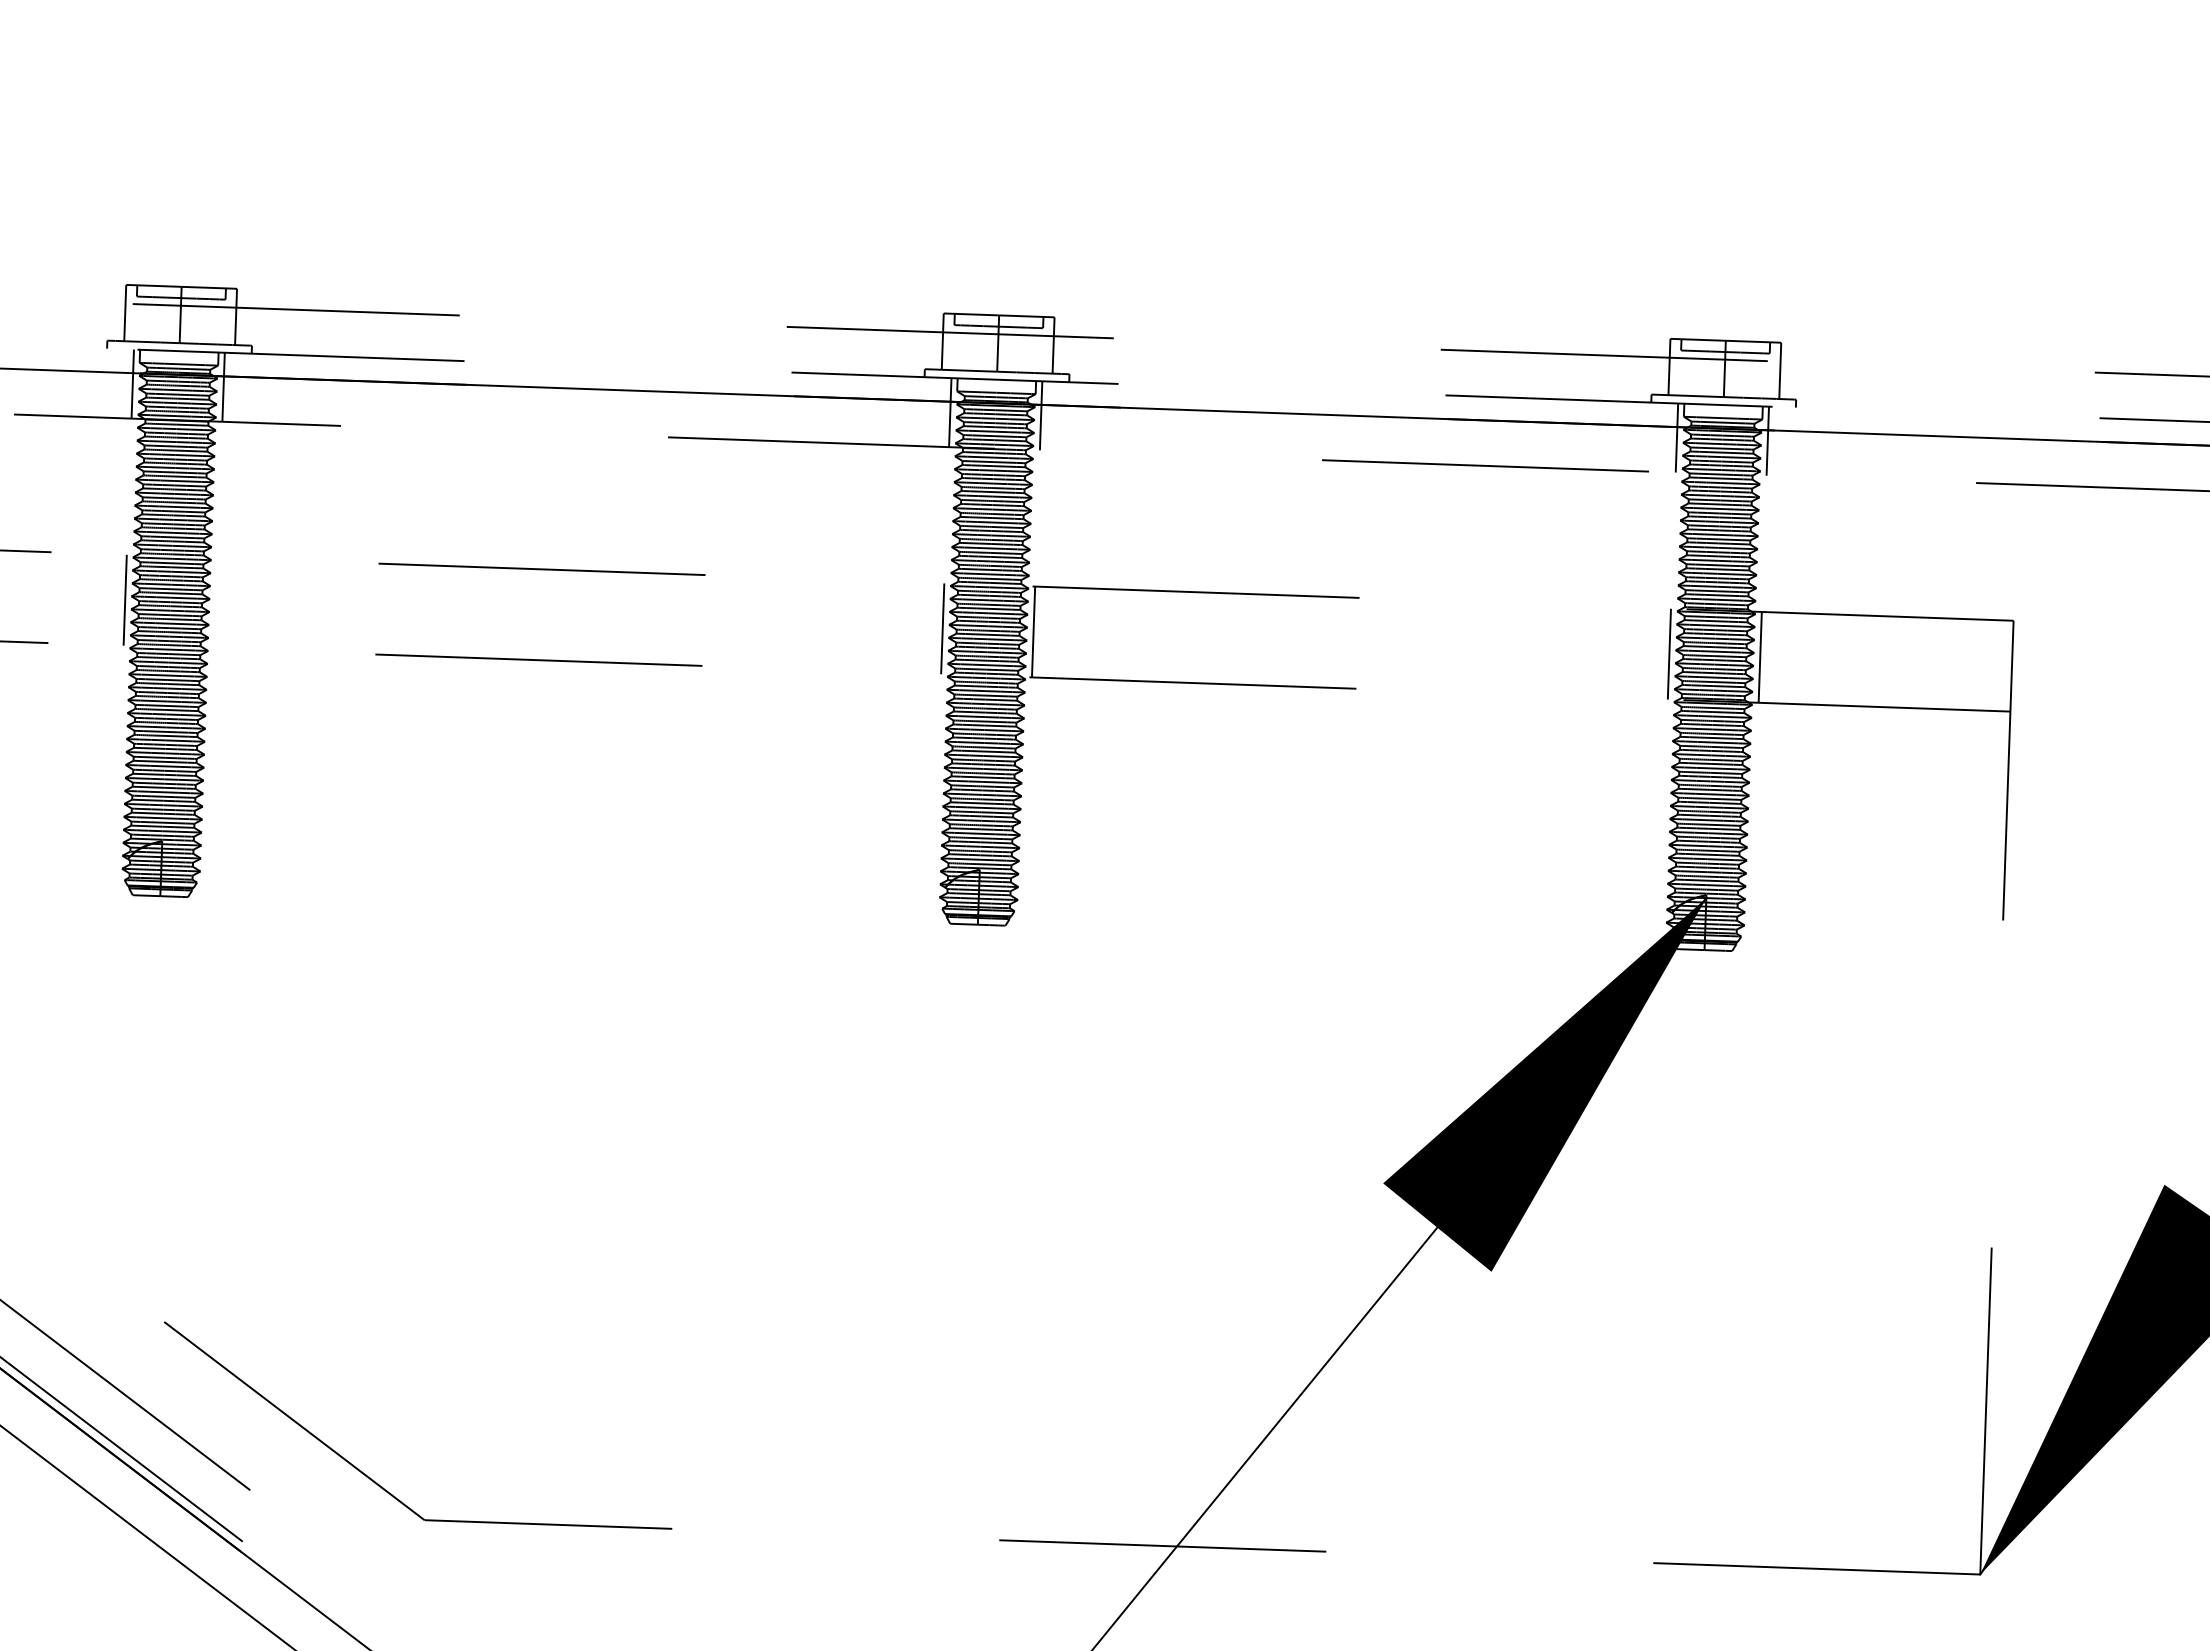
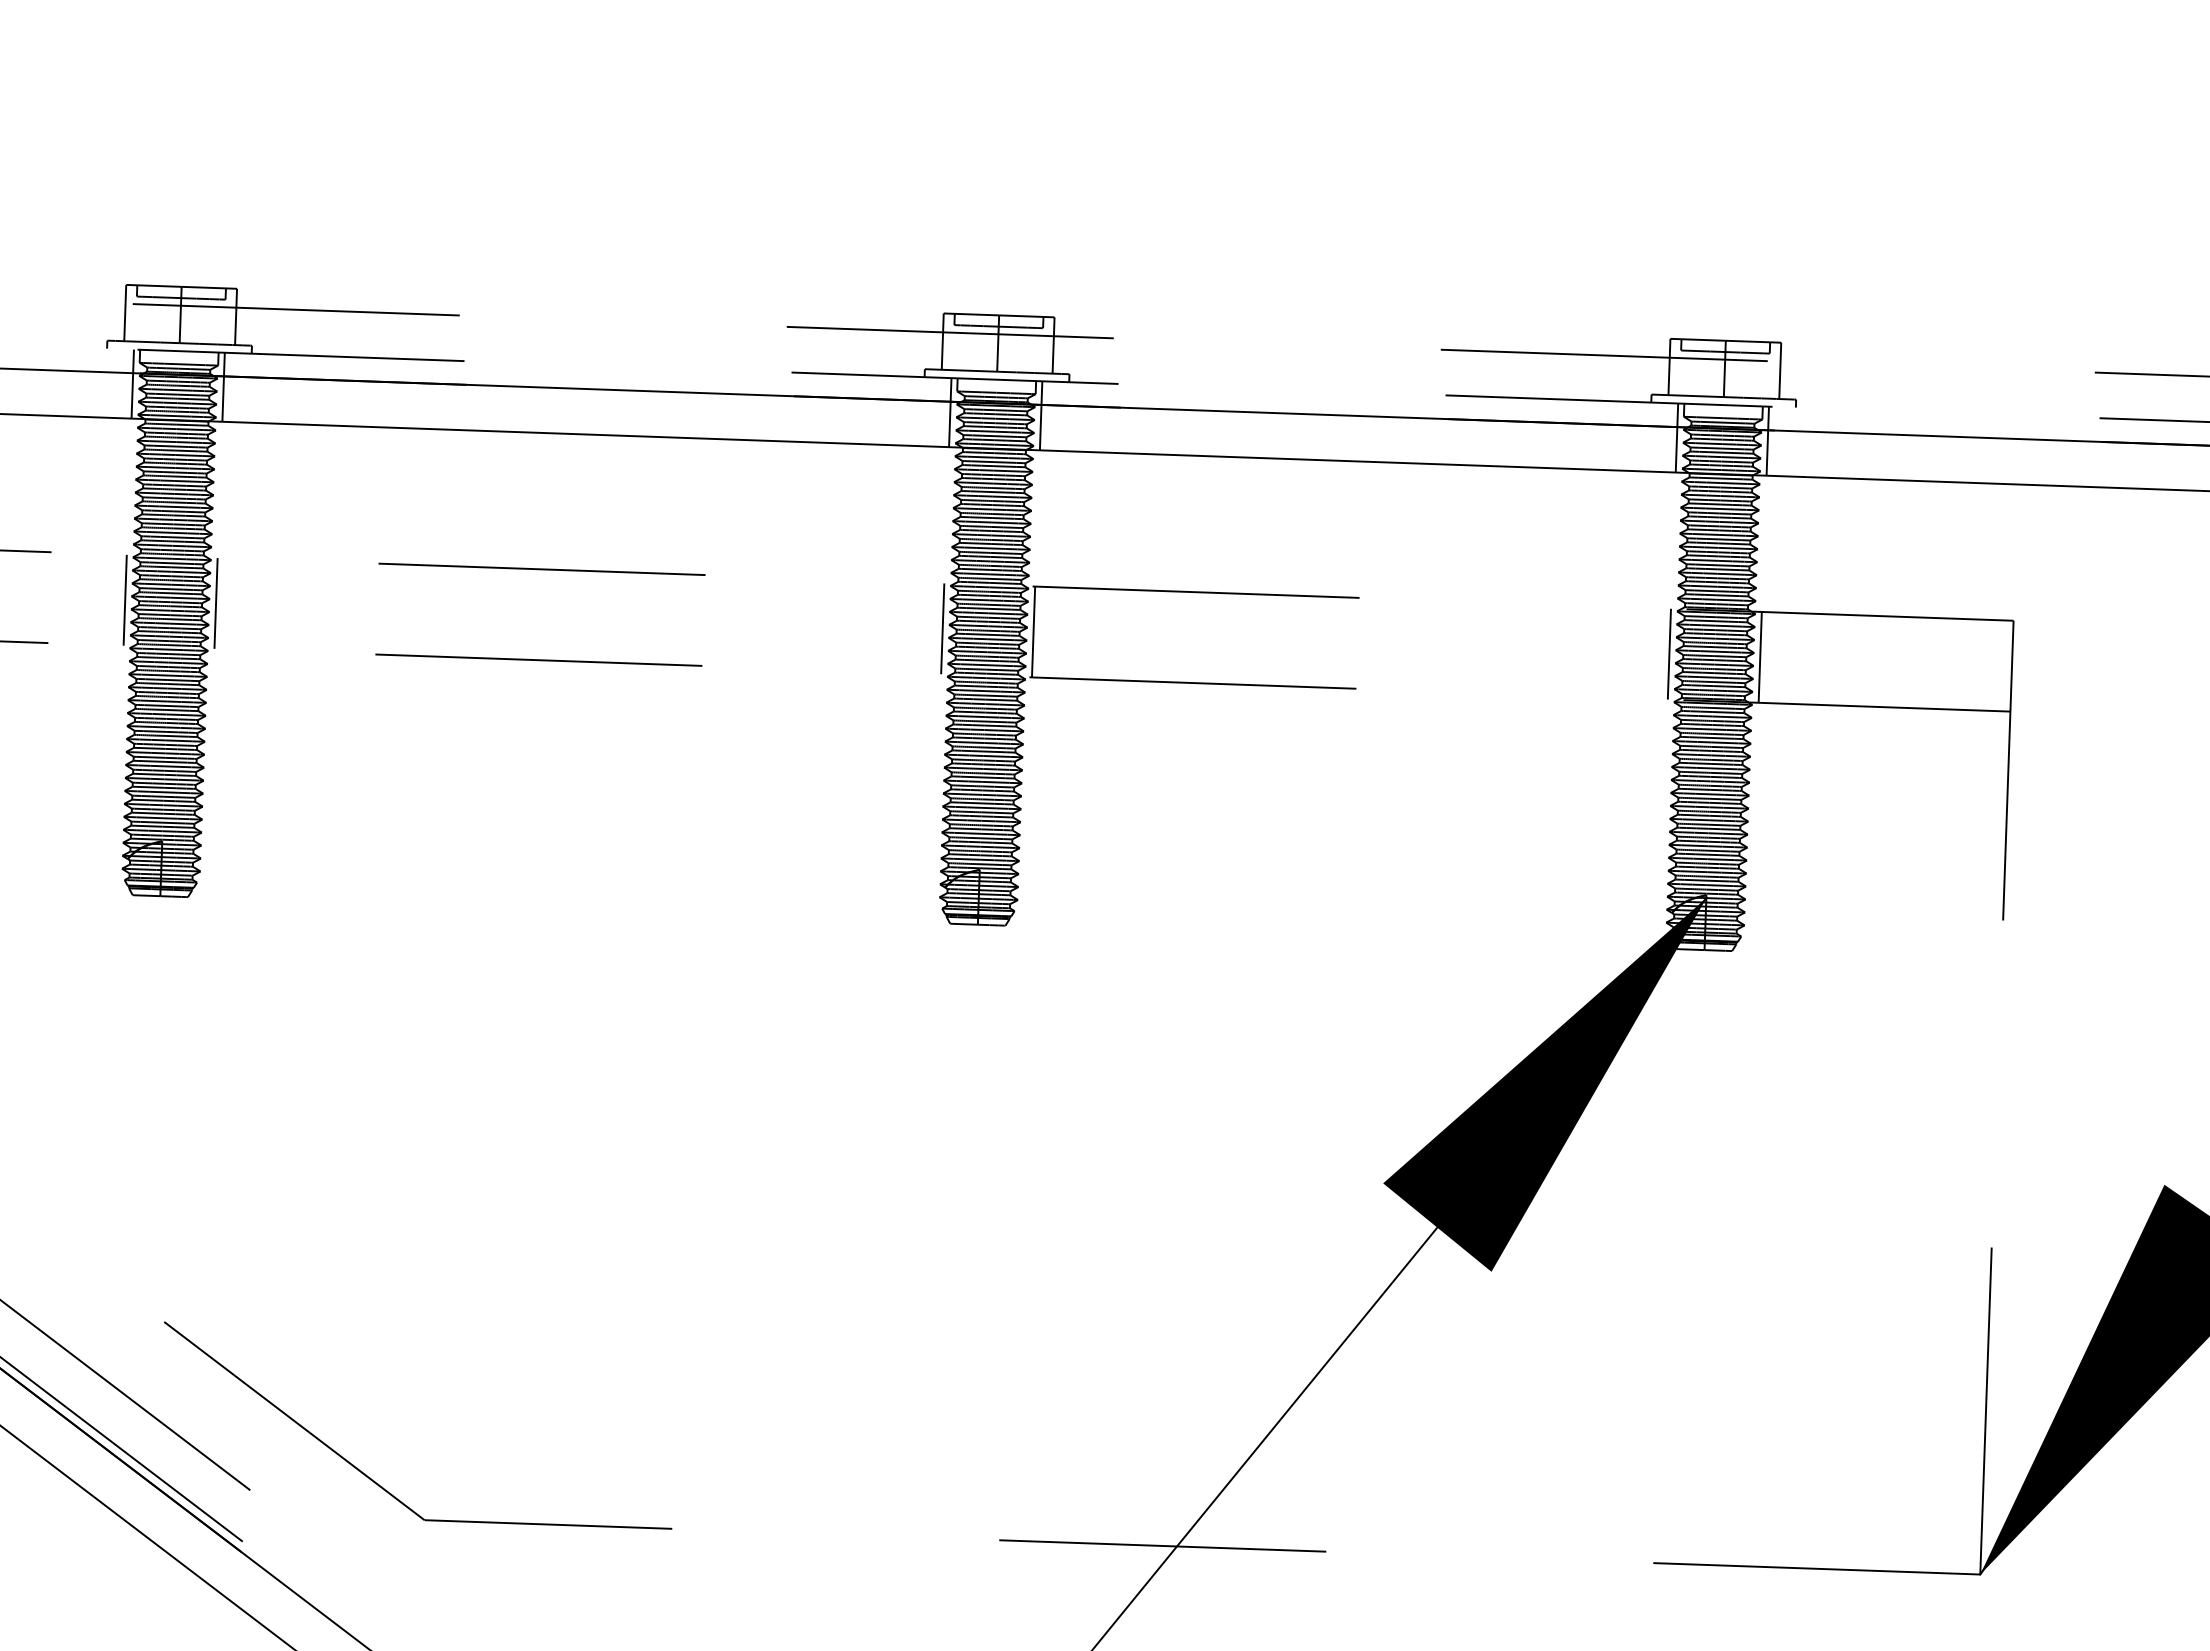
line at (1104, 452): dashed -> solid
line at (215, 603): none -> present
